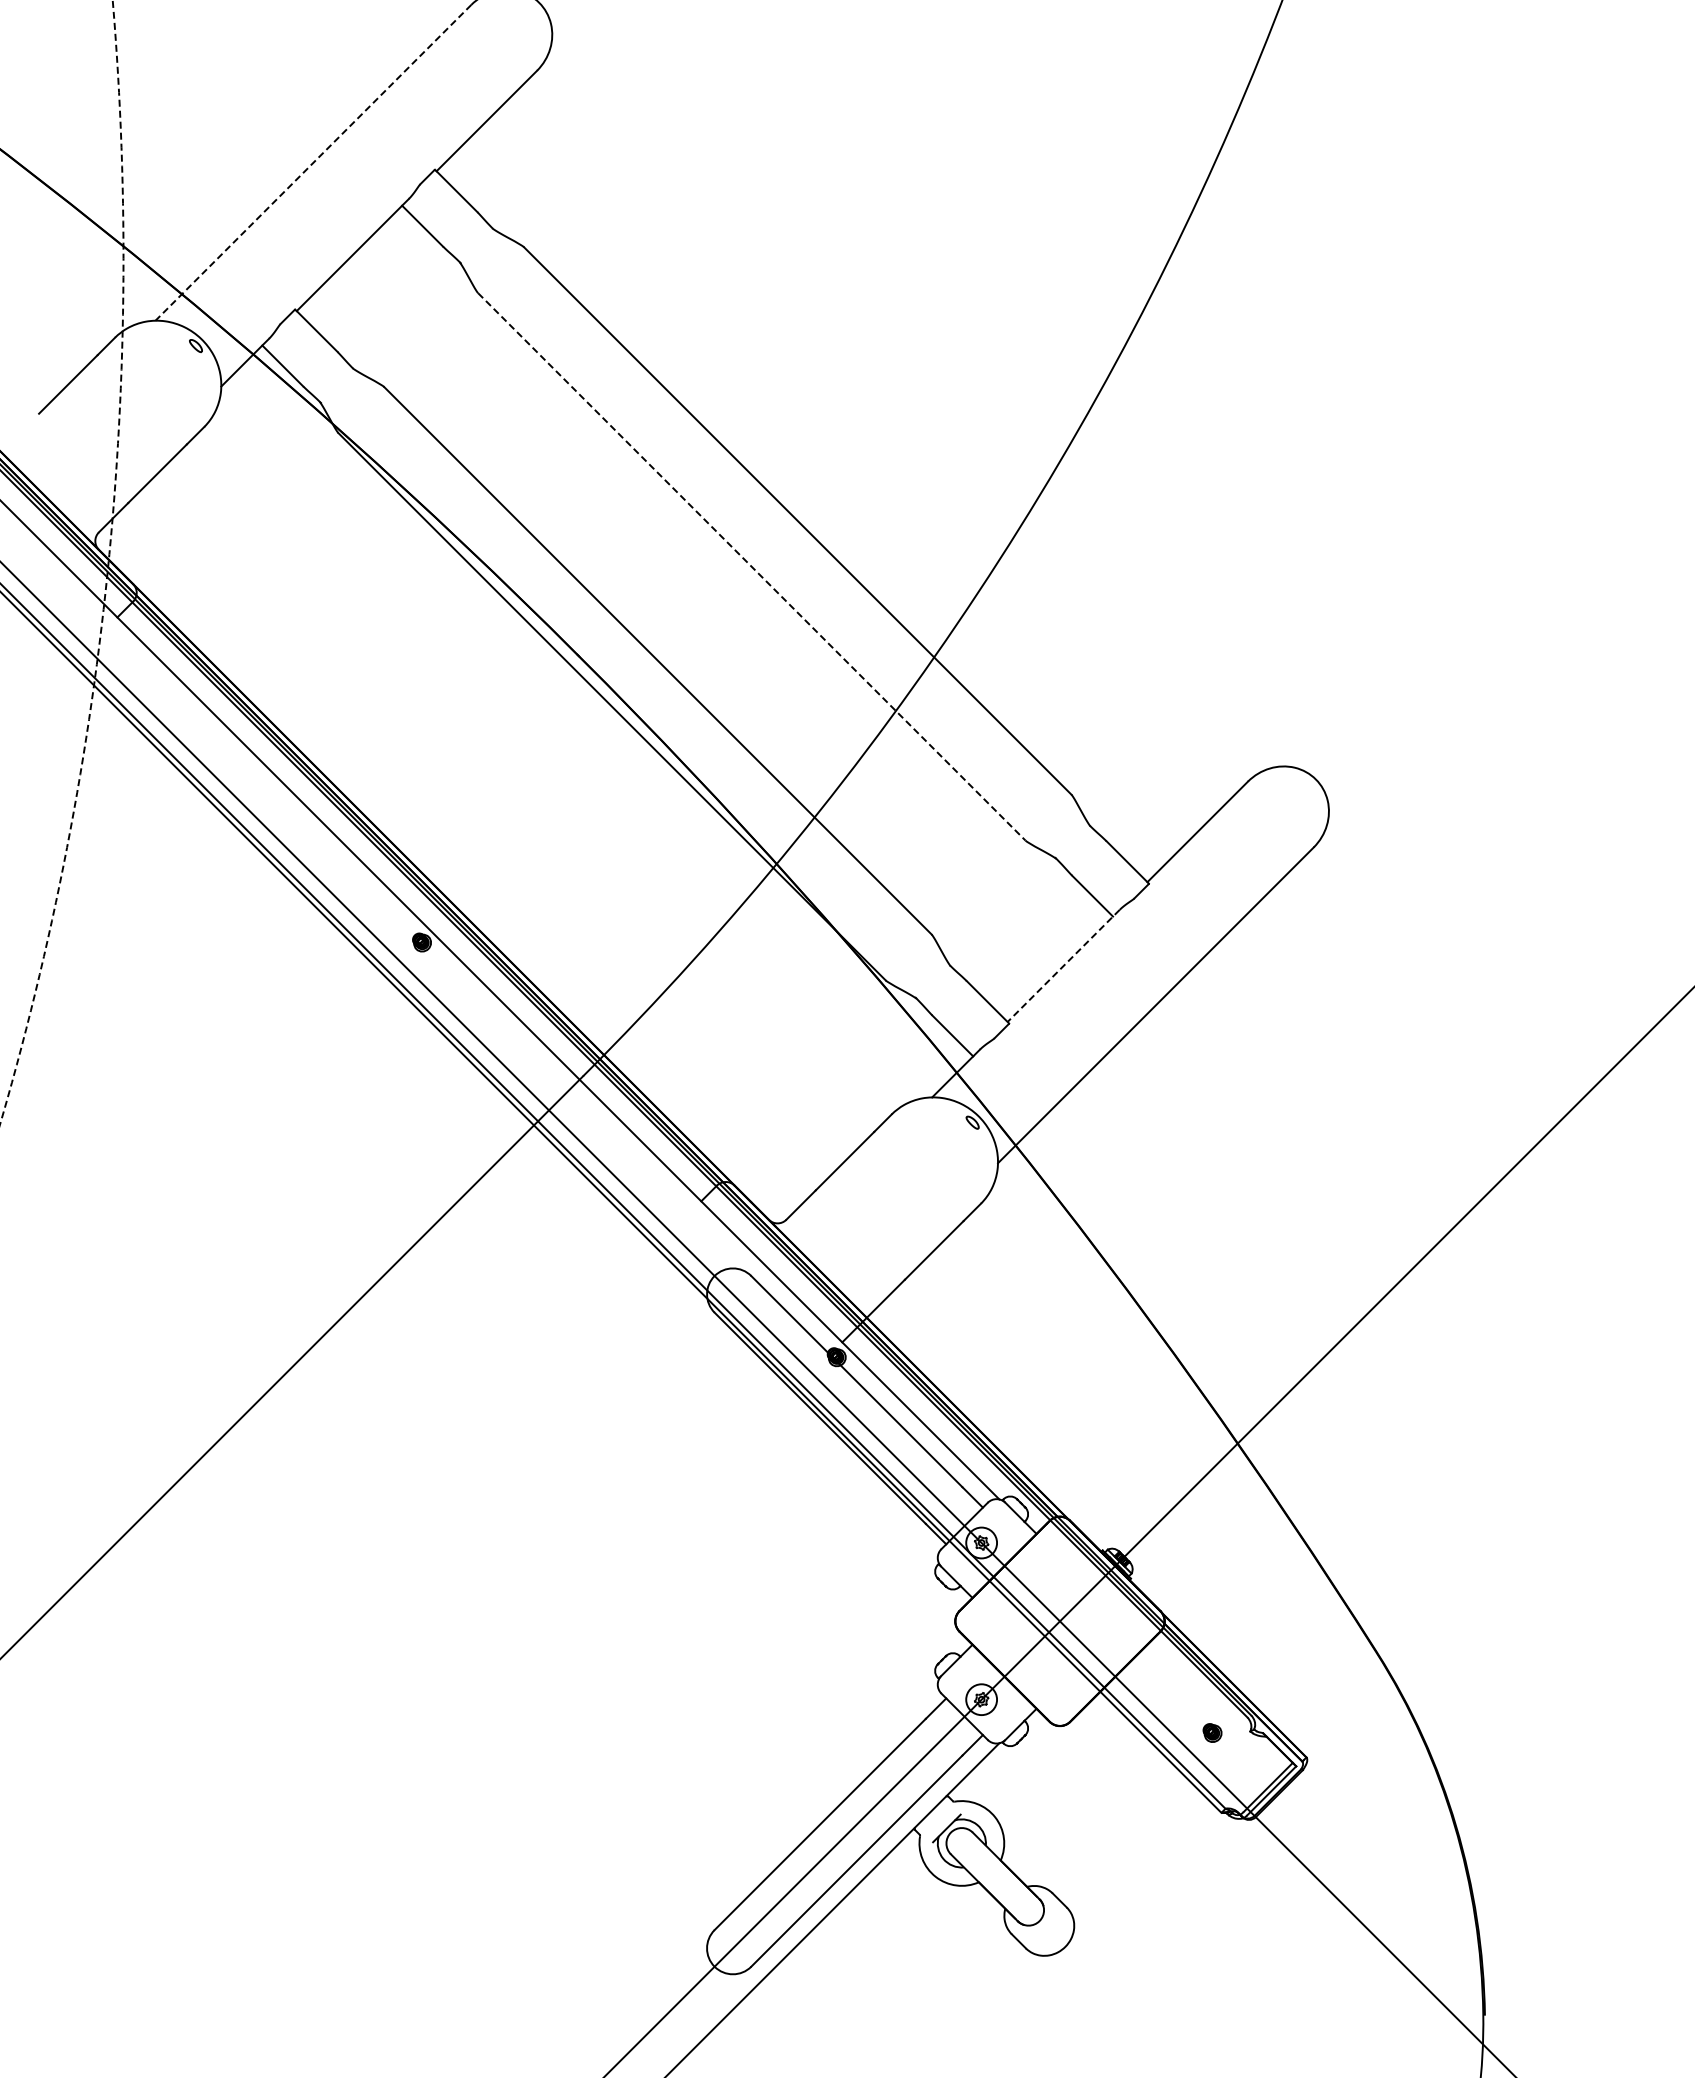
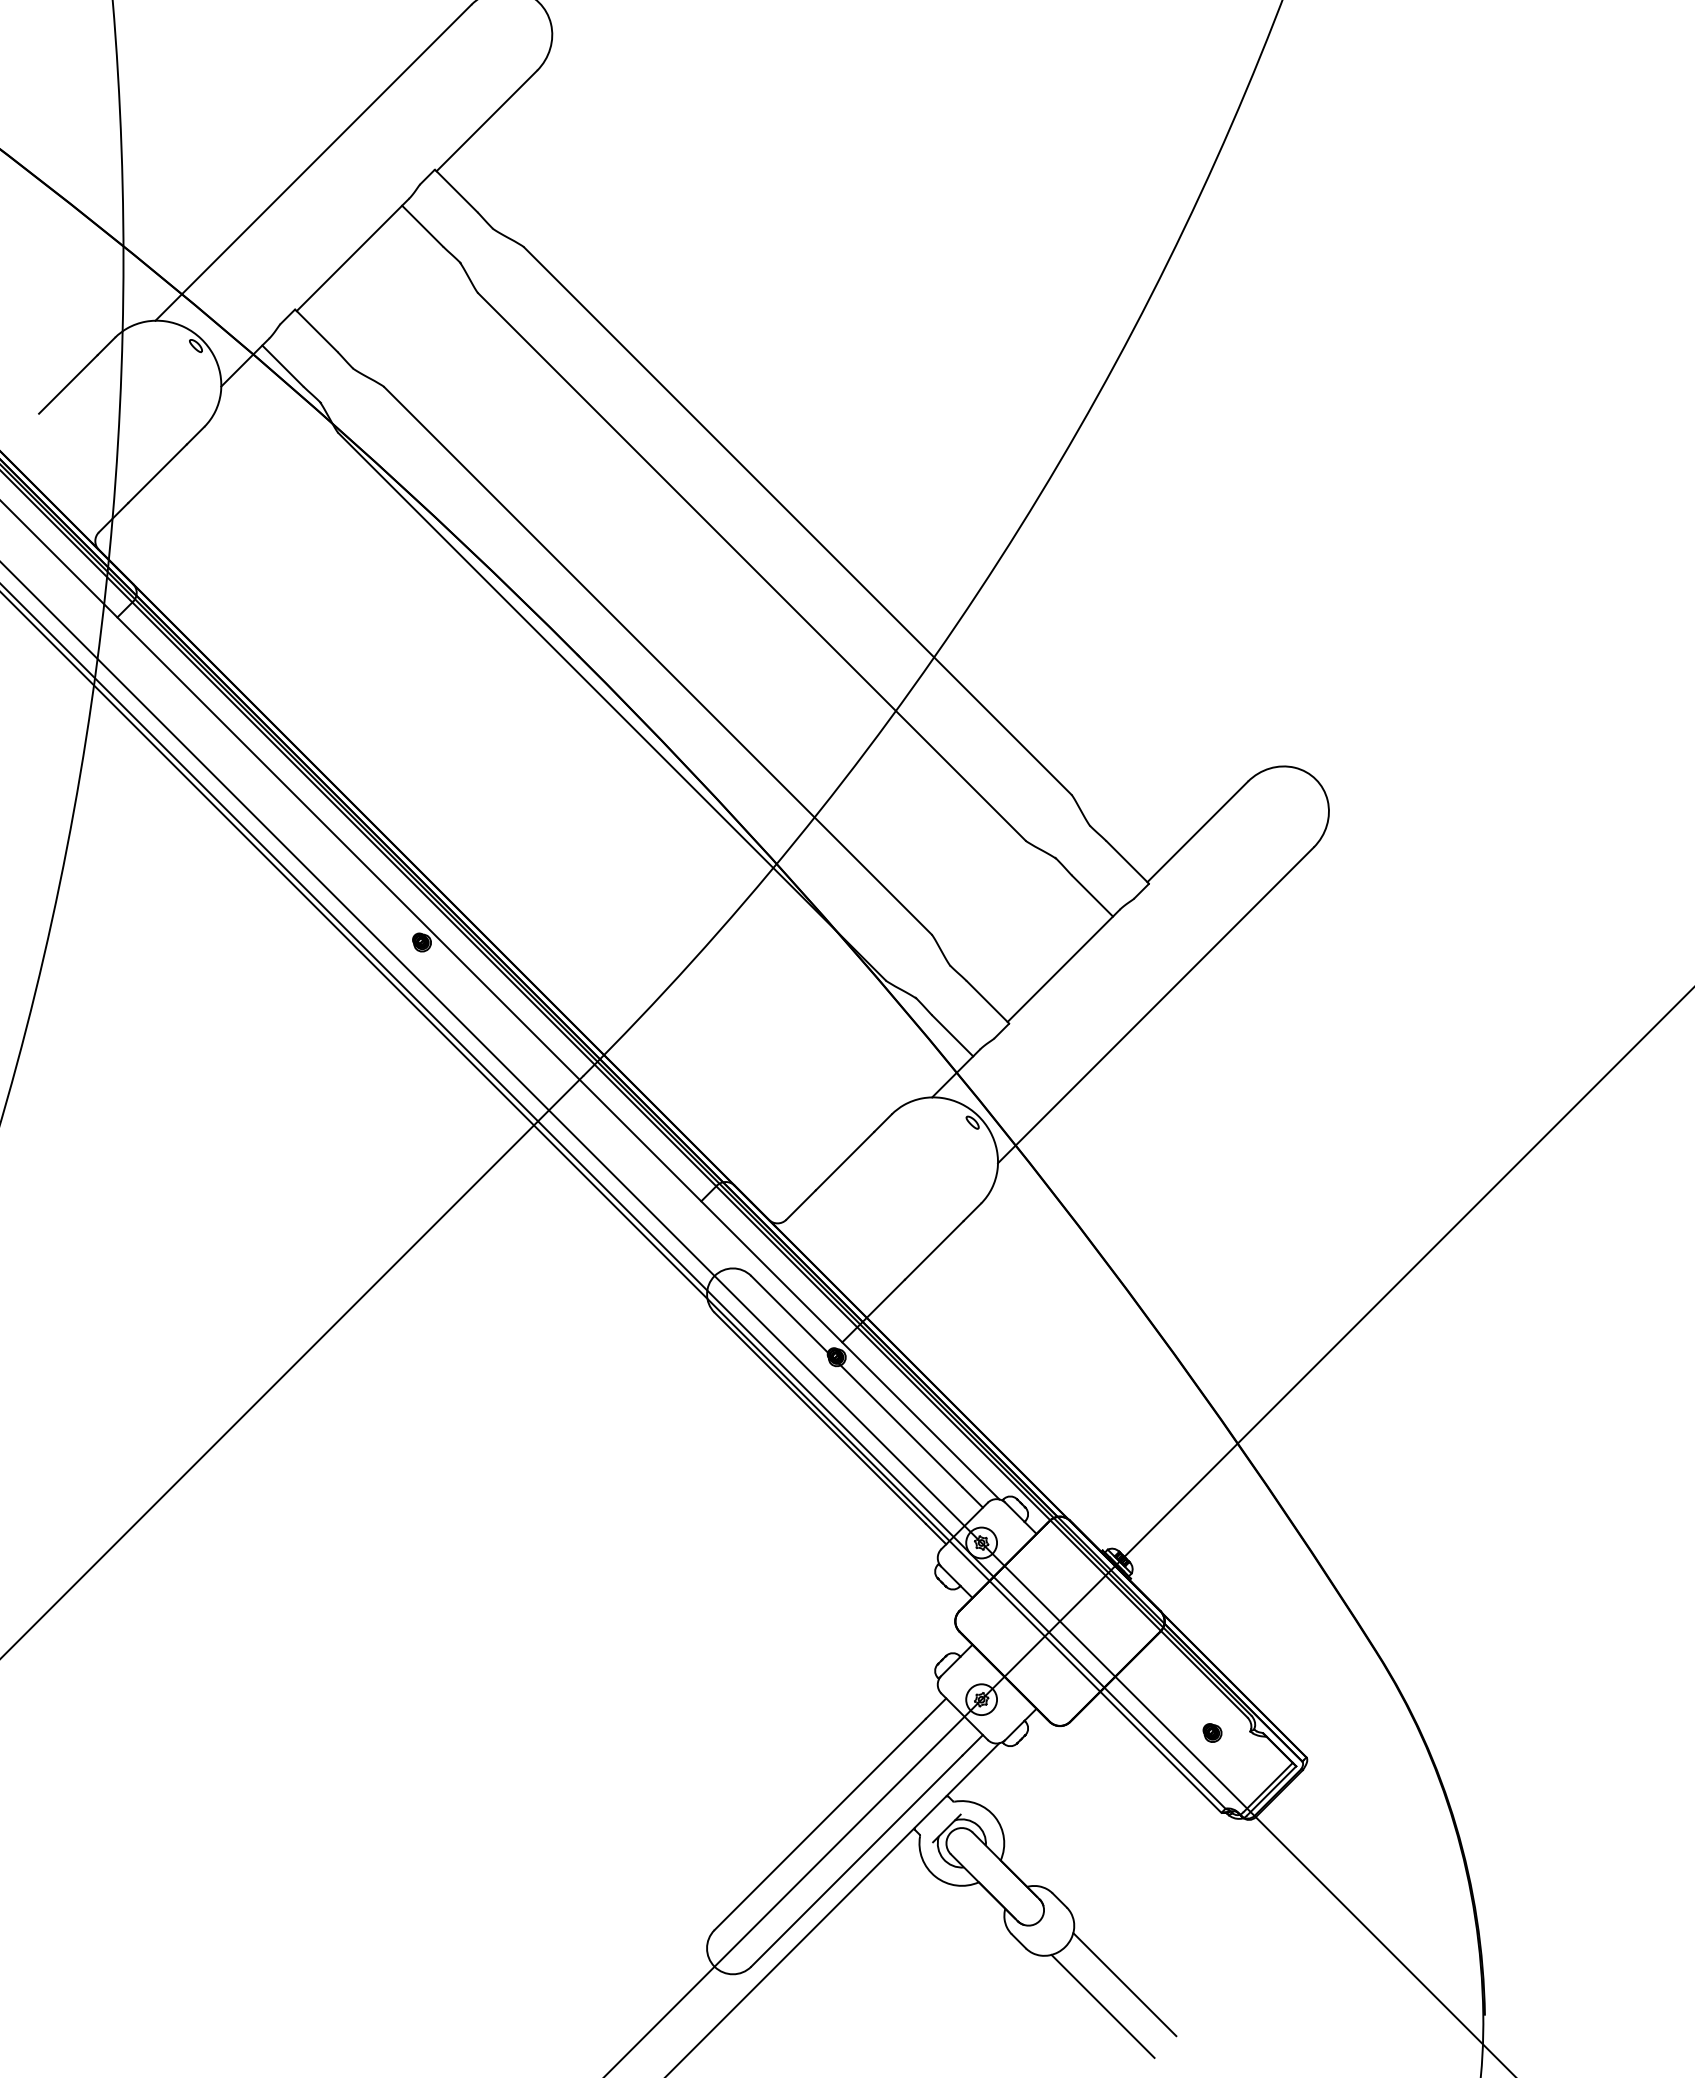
line at (313, 163): dashed -> solid
line at (752, 567): dashed -> solid
arc at (107, 569): dashed -> solid
line at (1063, 966): dashed -> solid
line at (1124, 1984): none -> present
line at (1102, 2005): none -> present
